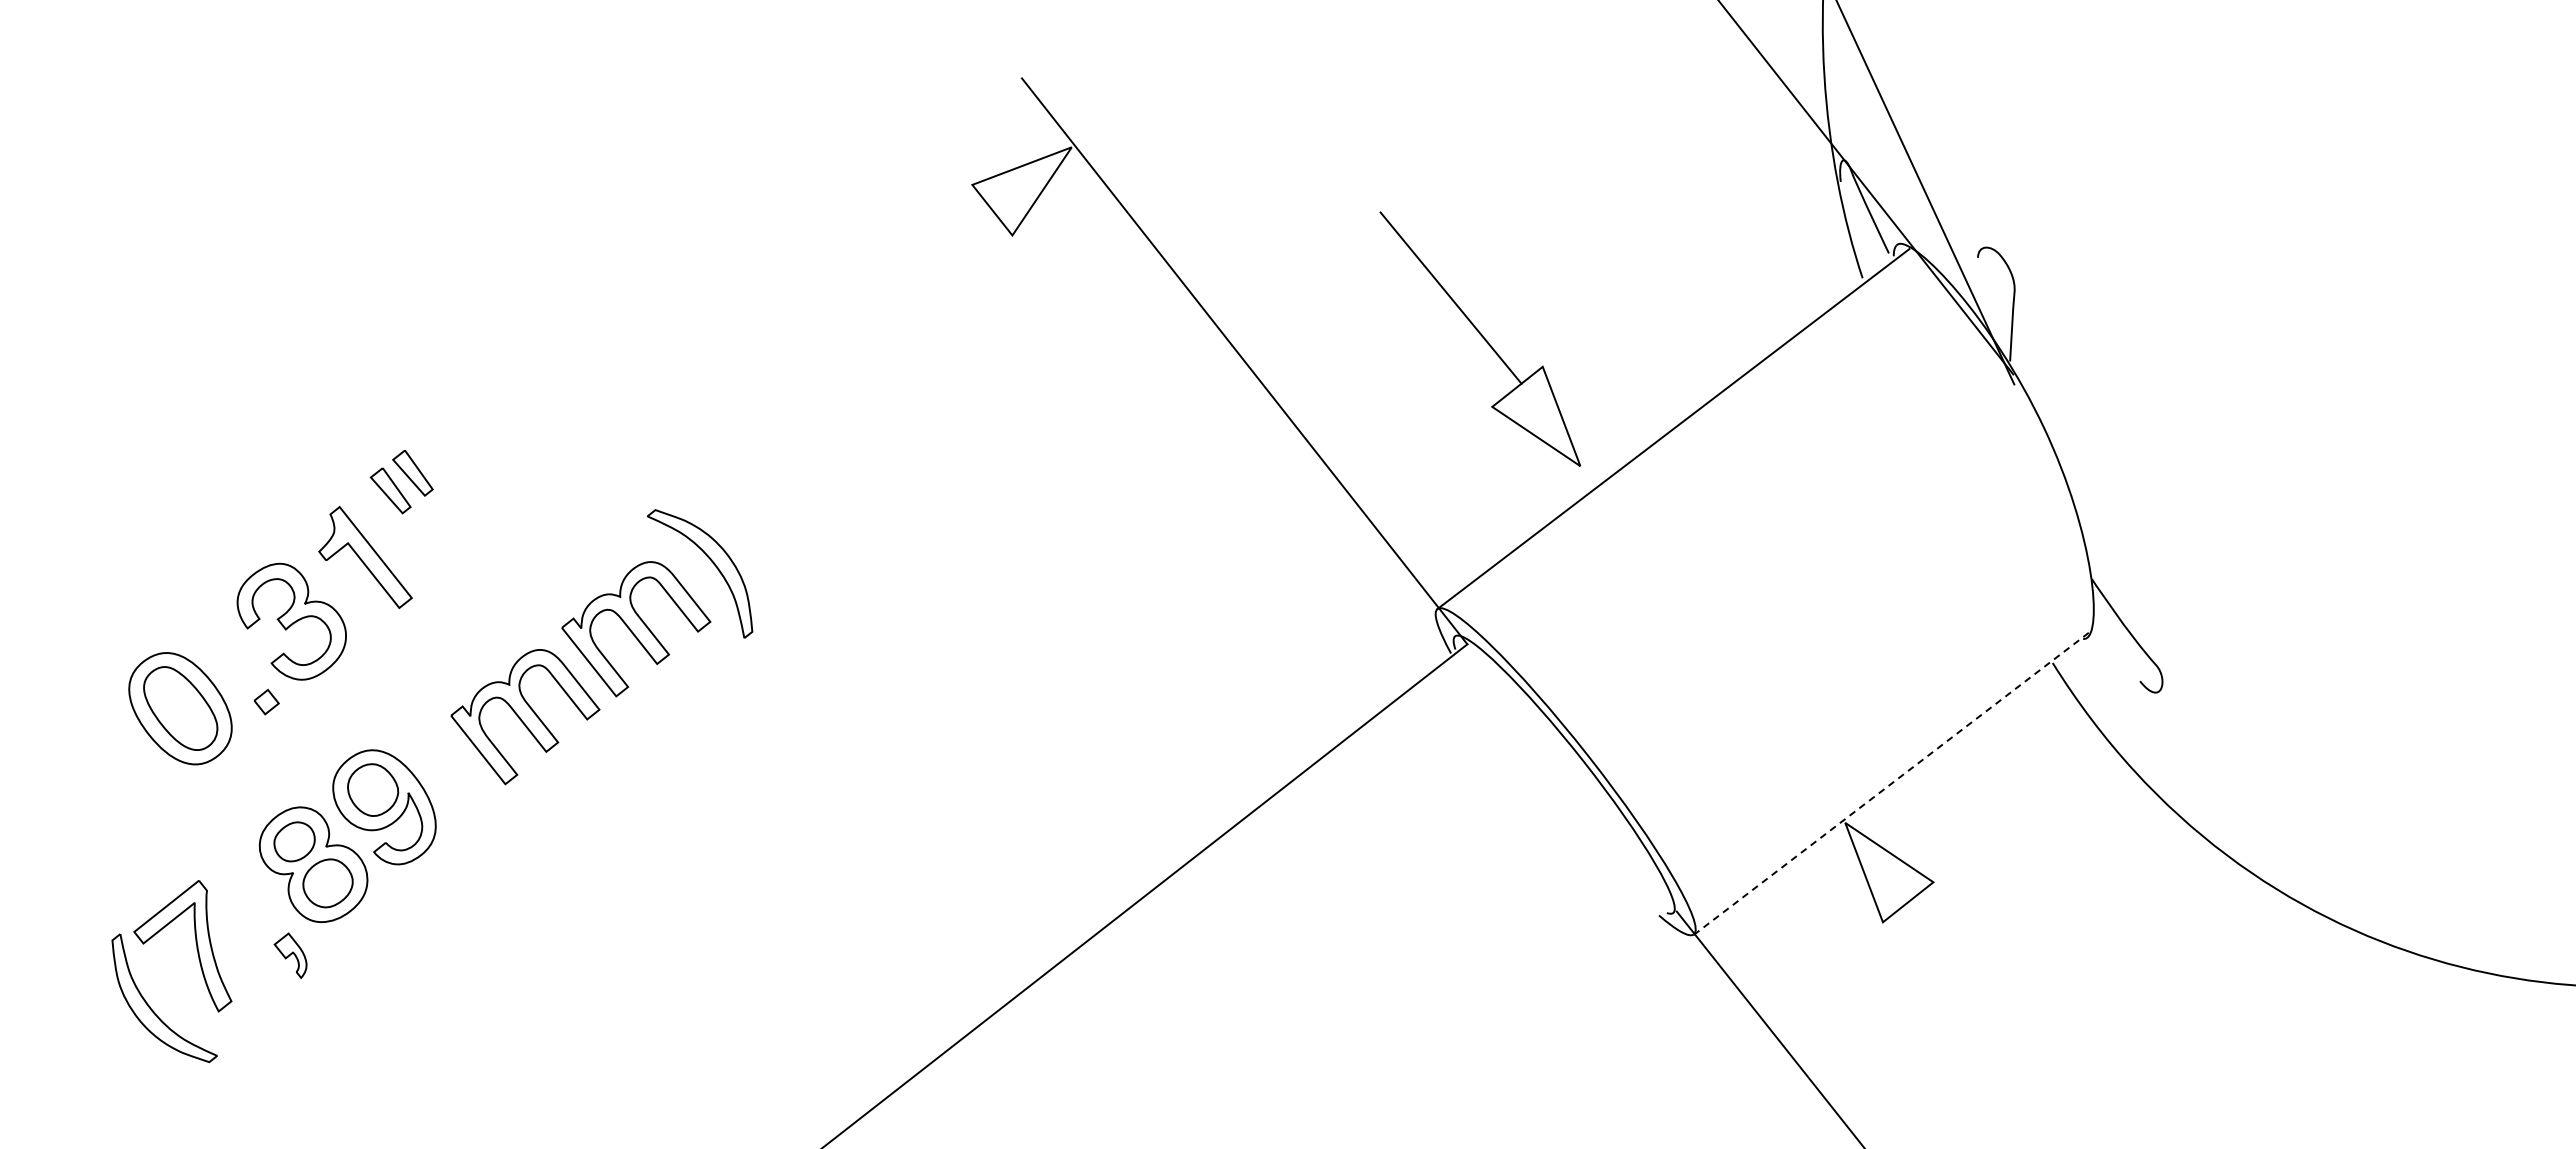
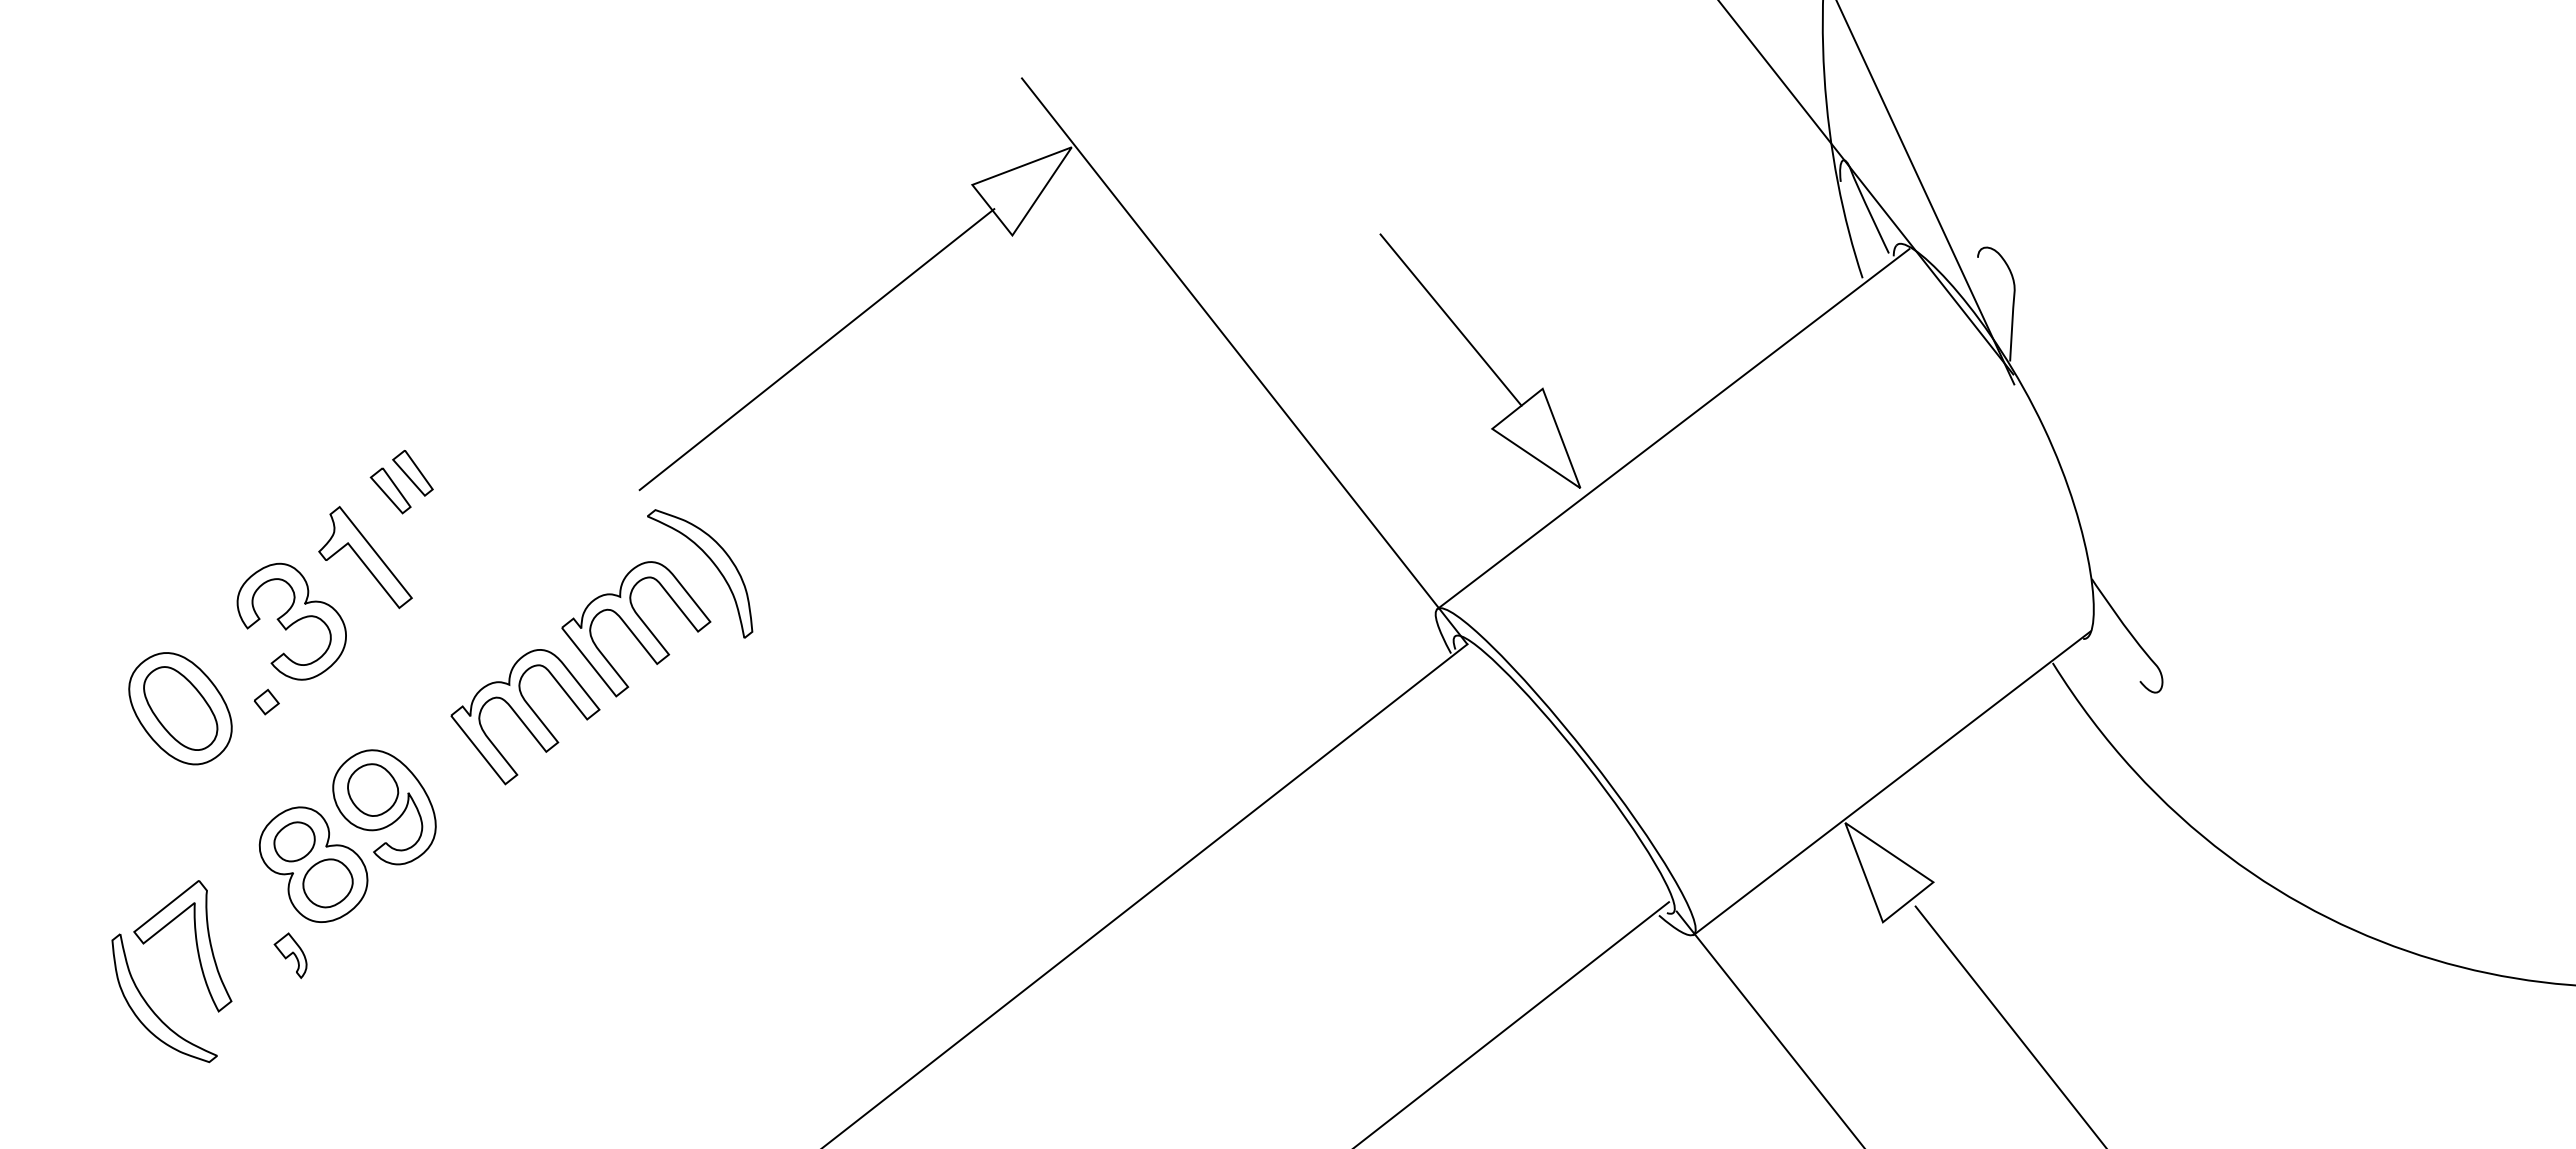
part at (1480, 338) position: (1480, 338) -> (1480, 360)
line at (816, 349): none -> present
line at (1892, 783): dashed -> solid
line at (1512, 1023): none -> present
line at (2009, 1025): none -> present
